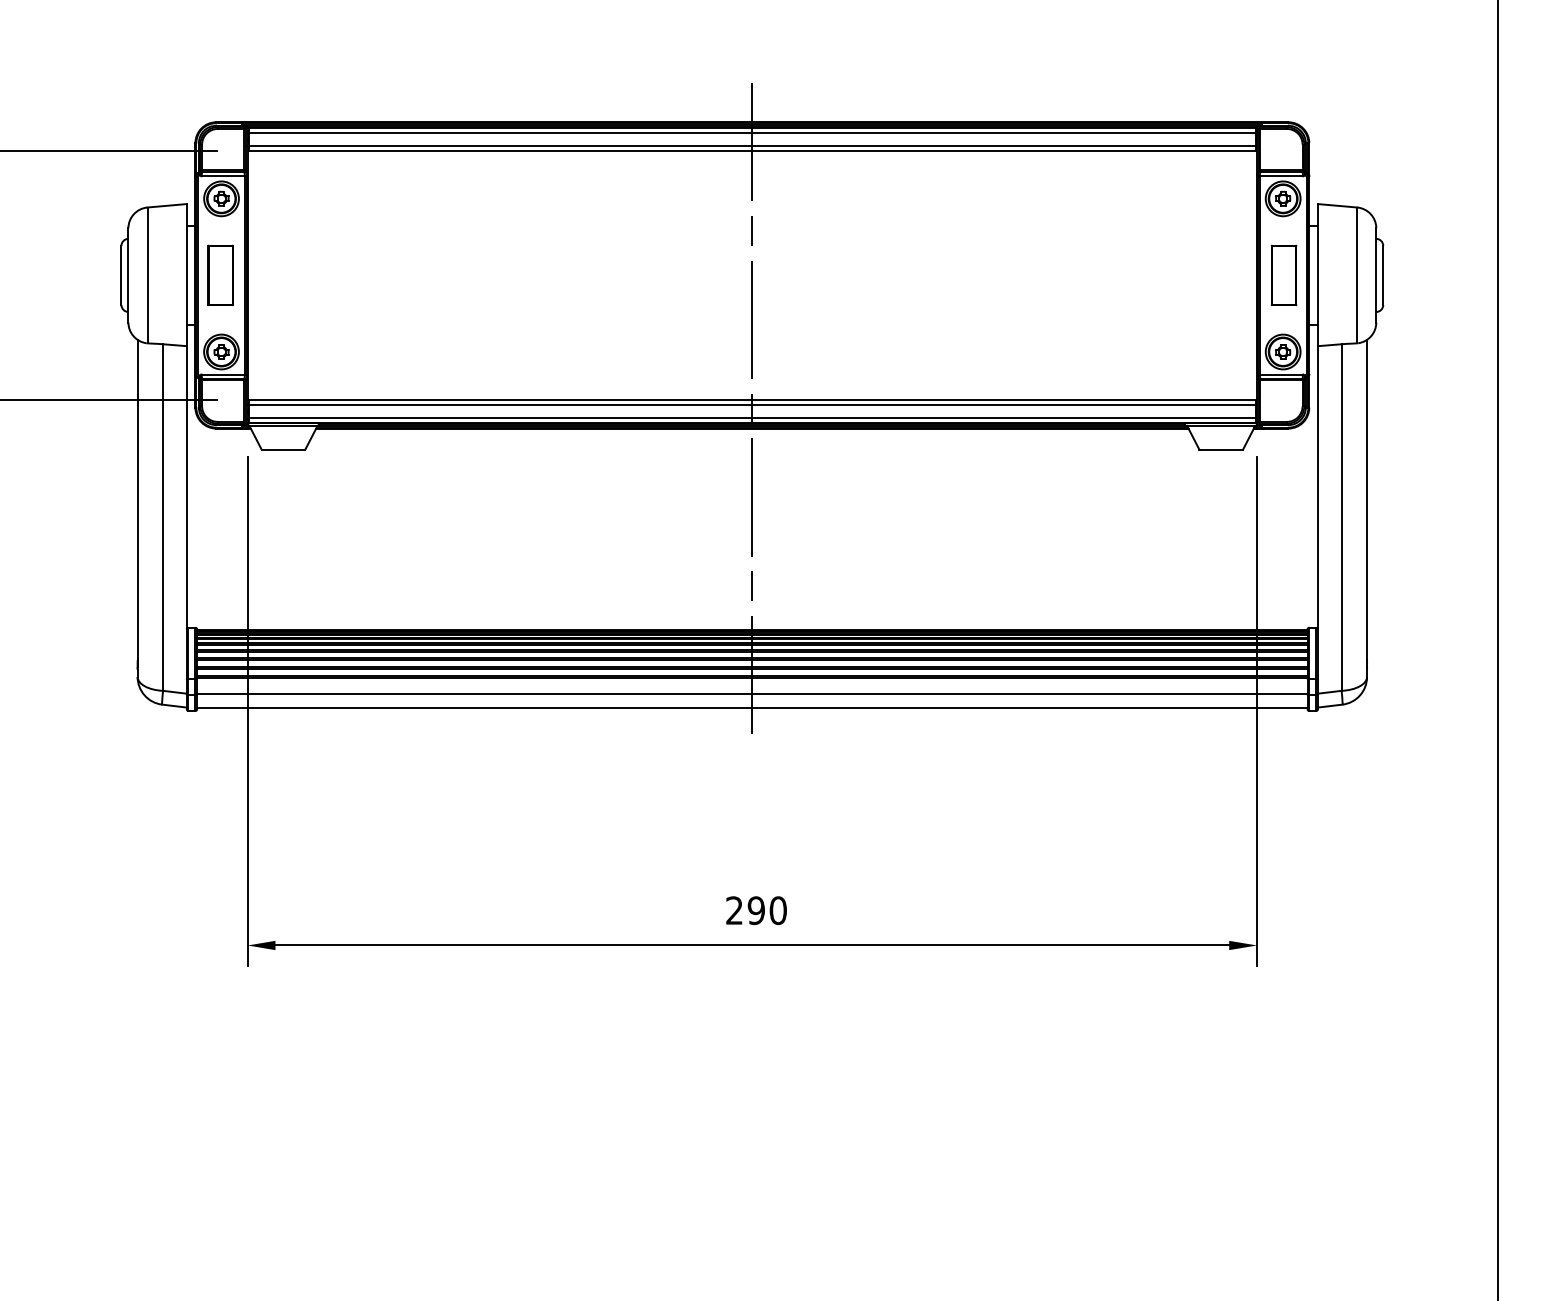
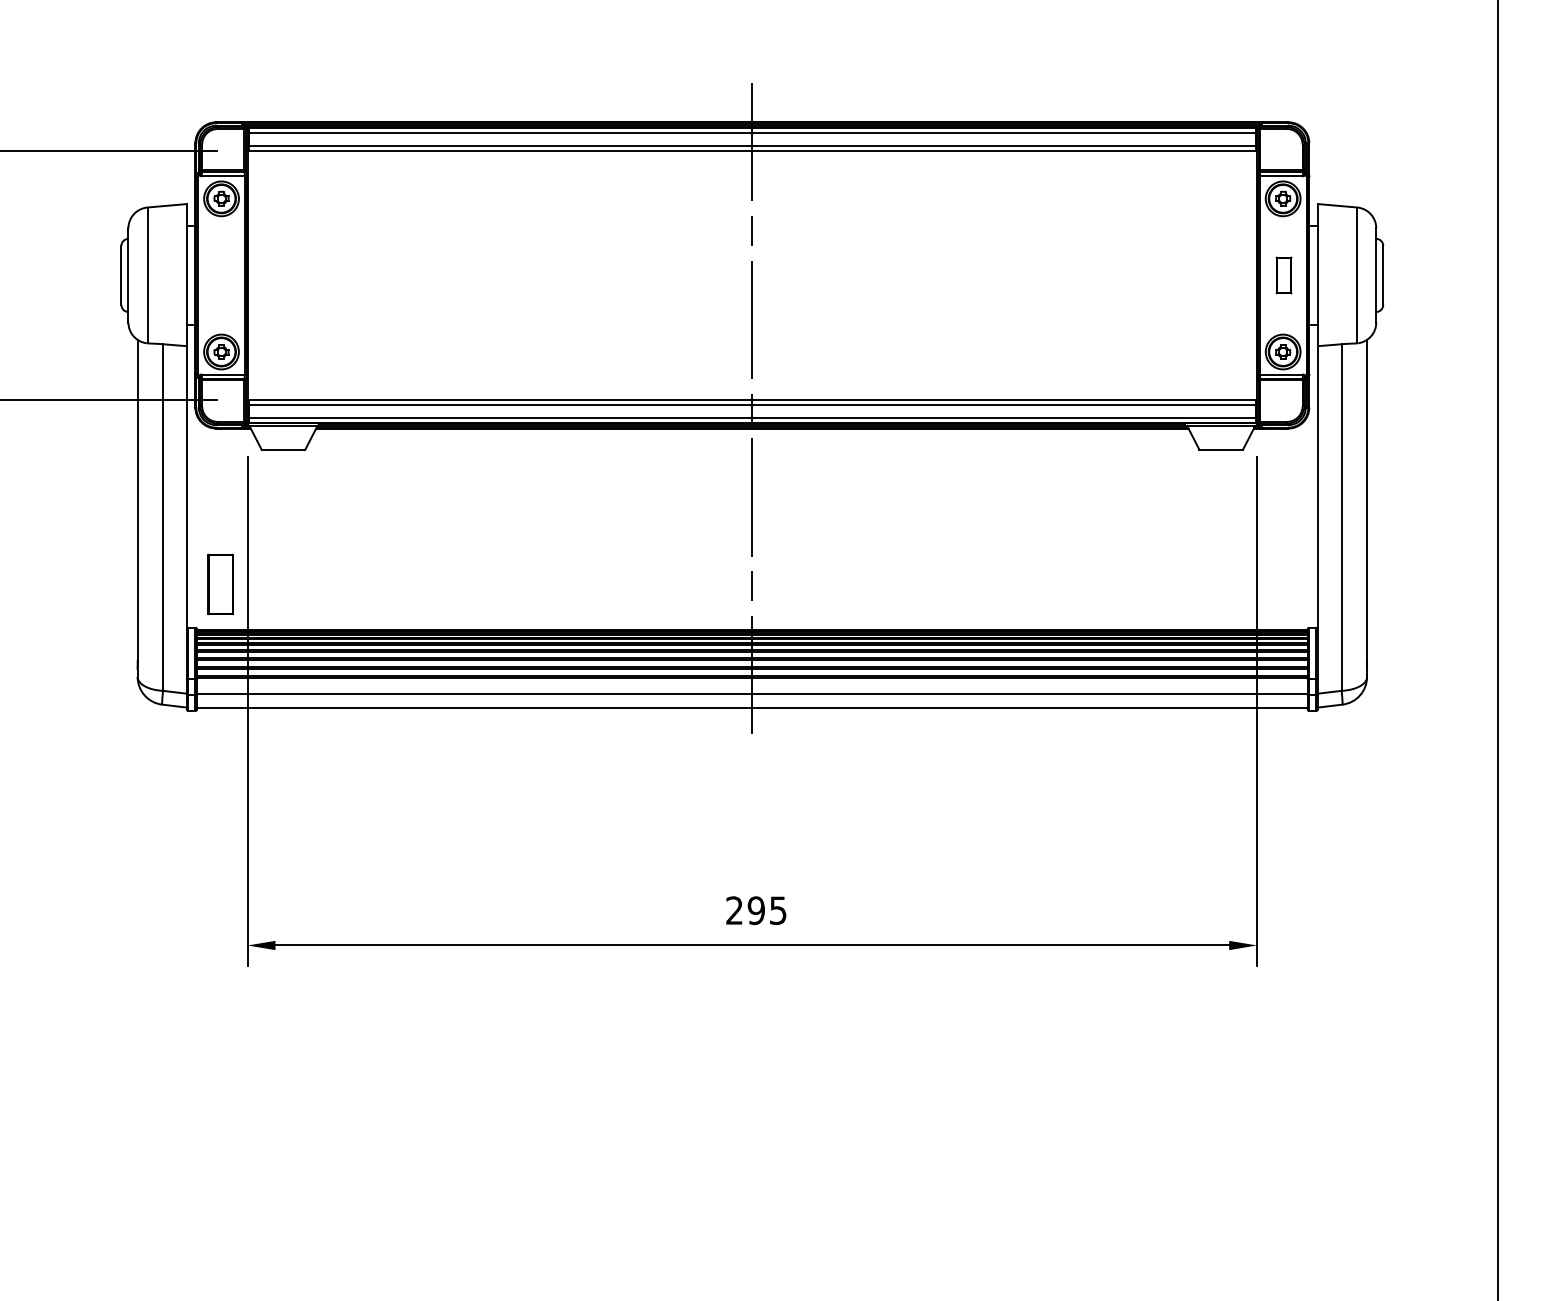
part at (220, 275) position: (220, 275) -> (220, 584)
part at (1283, 275) size: 28x63 px -> 18x39 px
text at (777, 910): 290 -> 295
